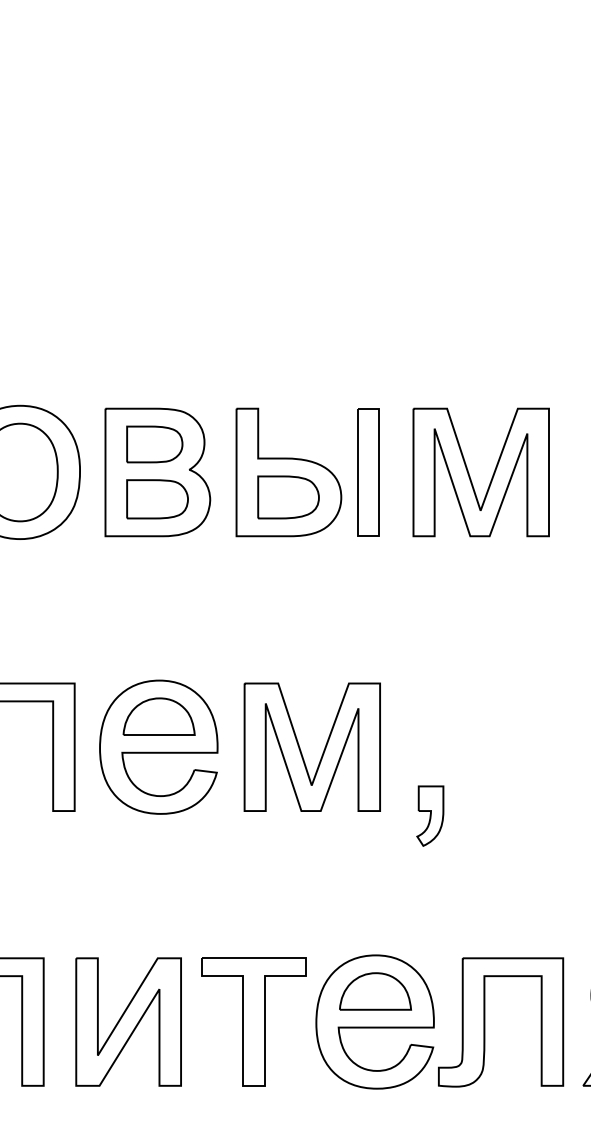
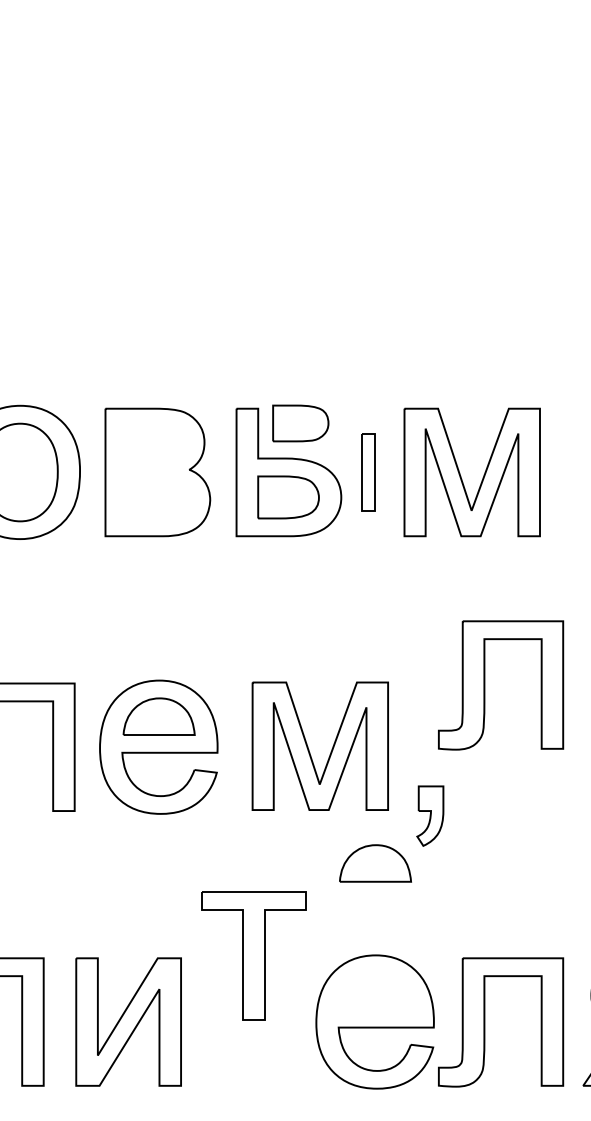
part at (154, 444) position: (154, 444) -> (300, 423)
part at (368, 472) size: 23x129 px -> 15x79 px
part at (470, 476) position: (470, 476) -> (461, 476)
part at (157, 499): present -> none
part at (485, 685): none -> present
part at (301, 750) position: (301, 750) -> (309, 749)
part at (375, 991) position: (375, 991) -> (375, 863)
part at (253, 1021) position: (253, 1021) -> (253, 955)
